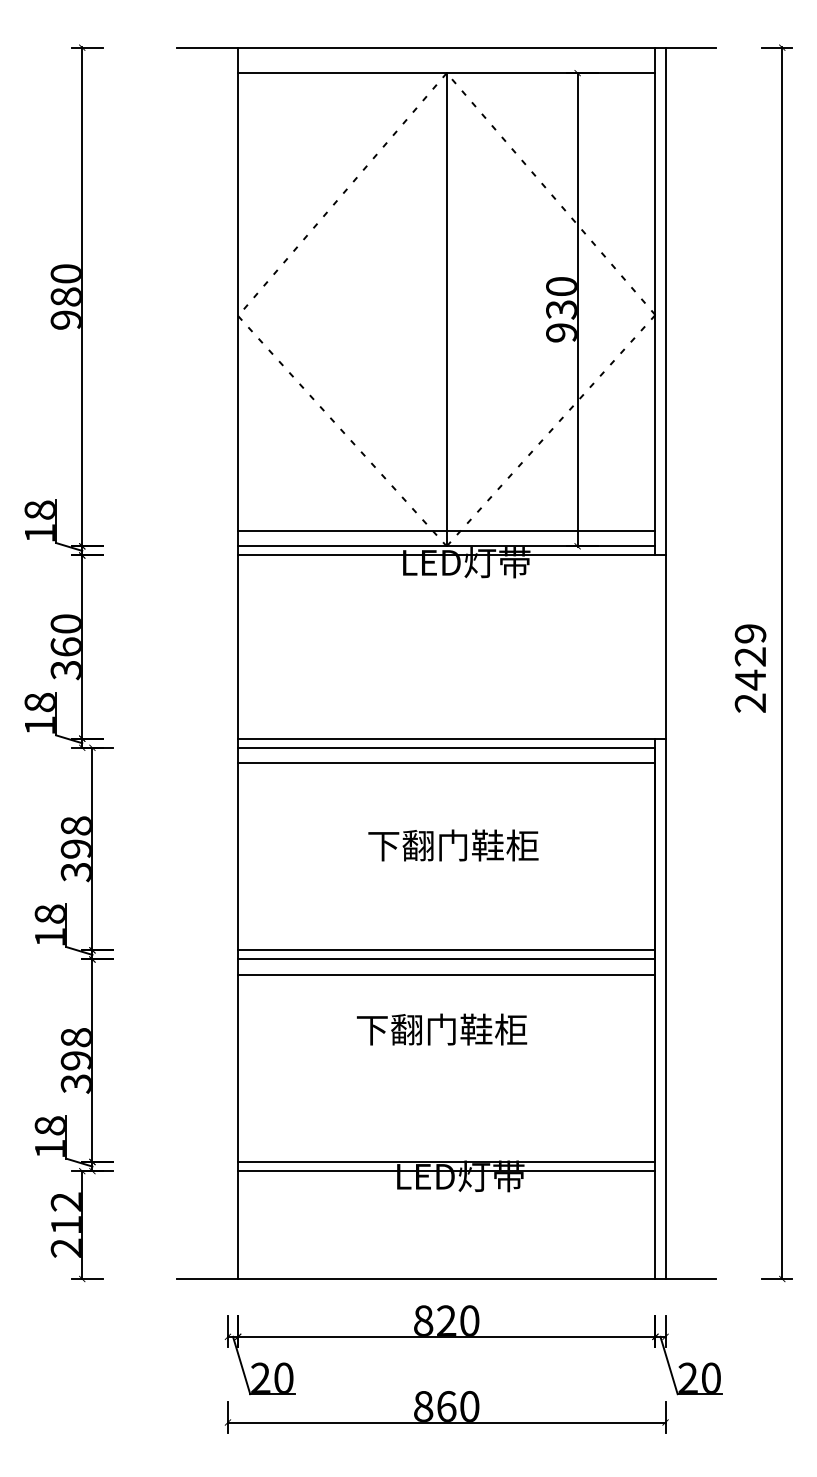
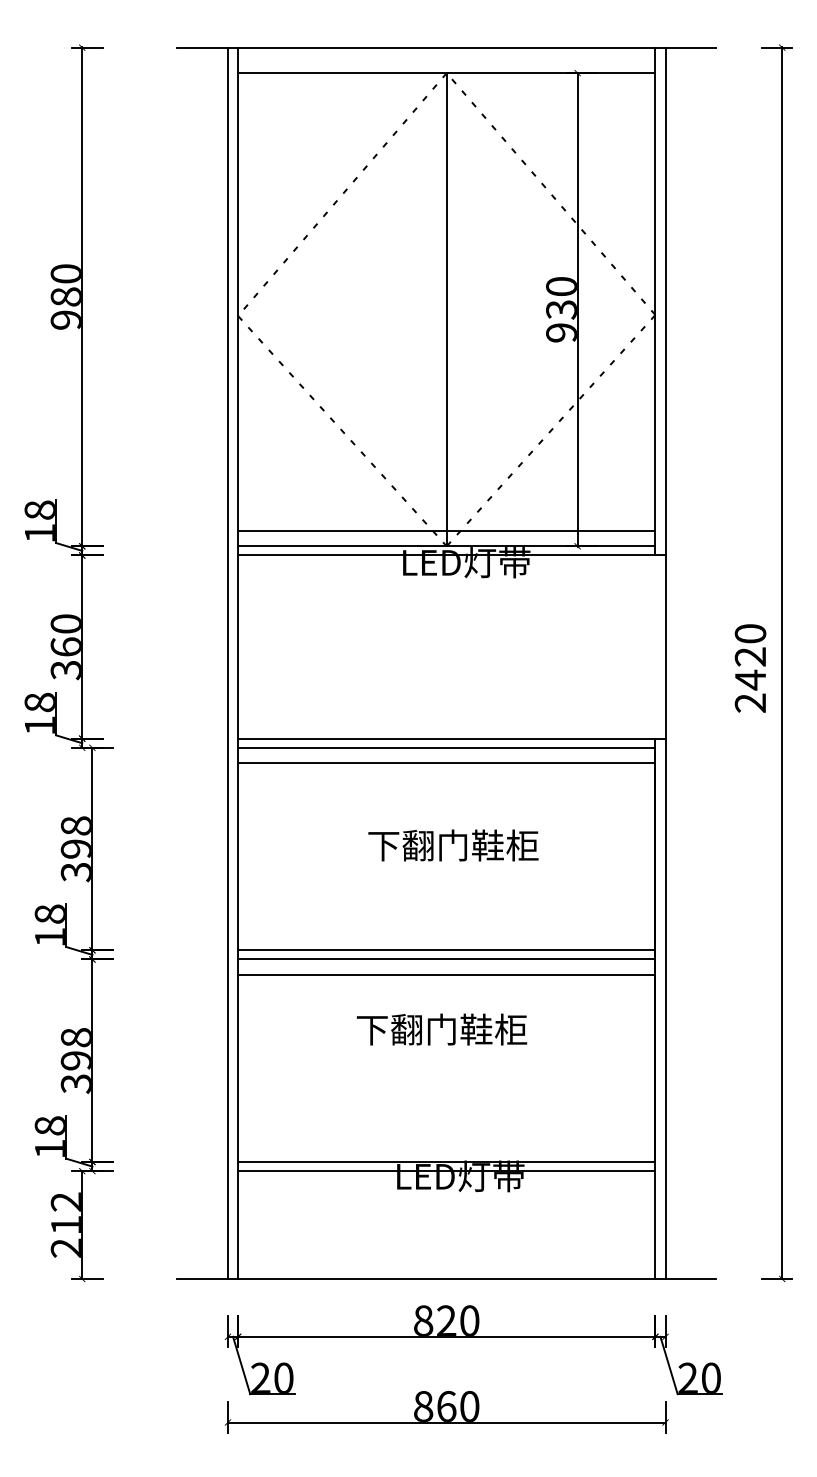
text at (750, 633): 2429 -> 2420
line at (227, 663): none -> present
